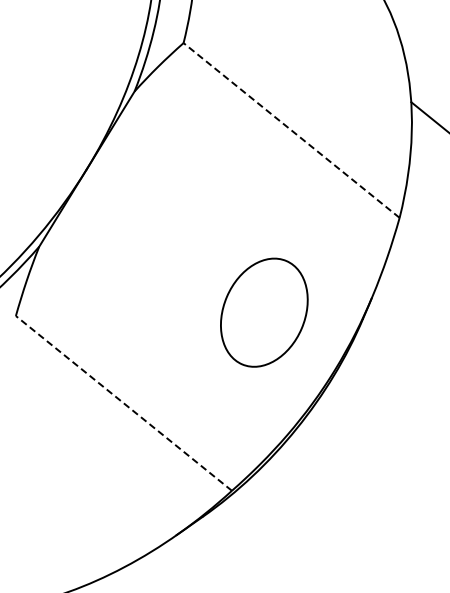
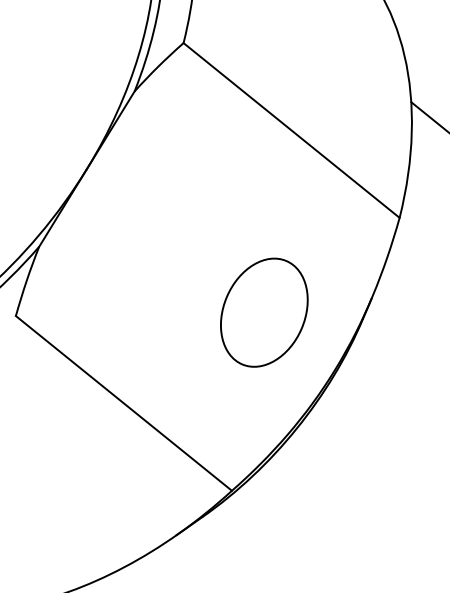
line at (291, 130): dashed -> solid
line at (123, 403): dashed -> solid
